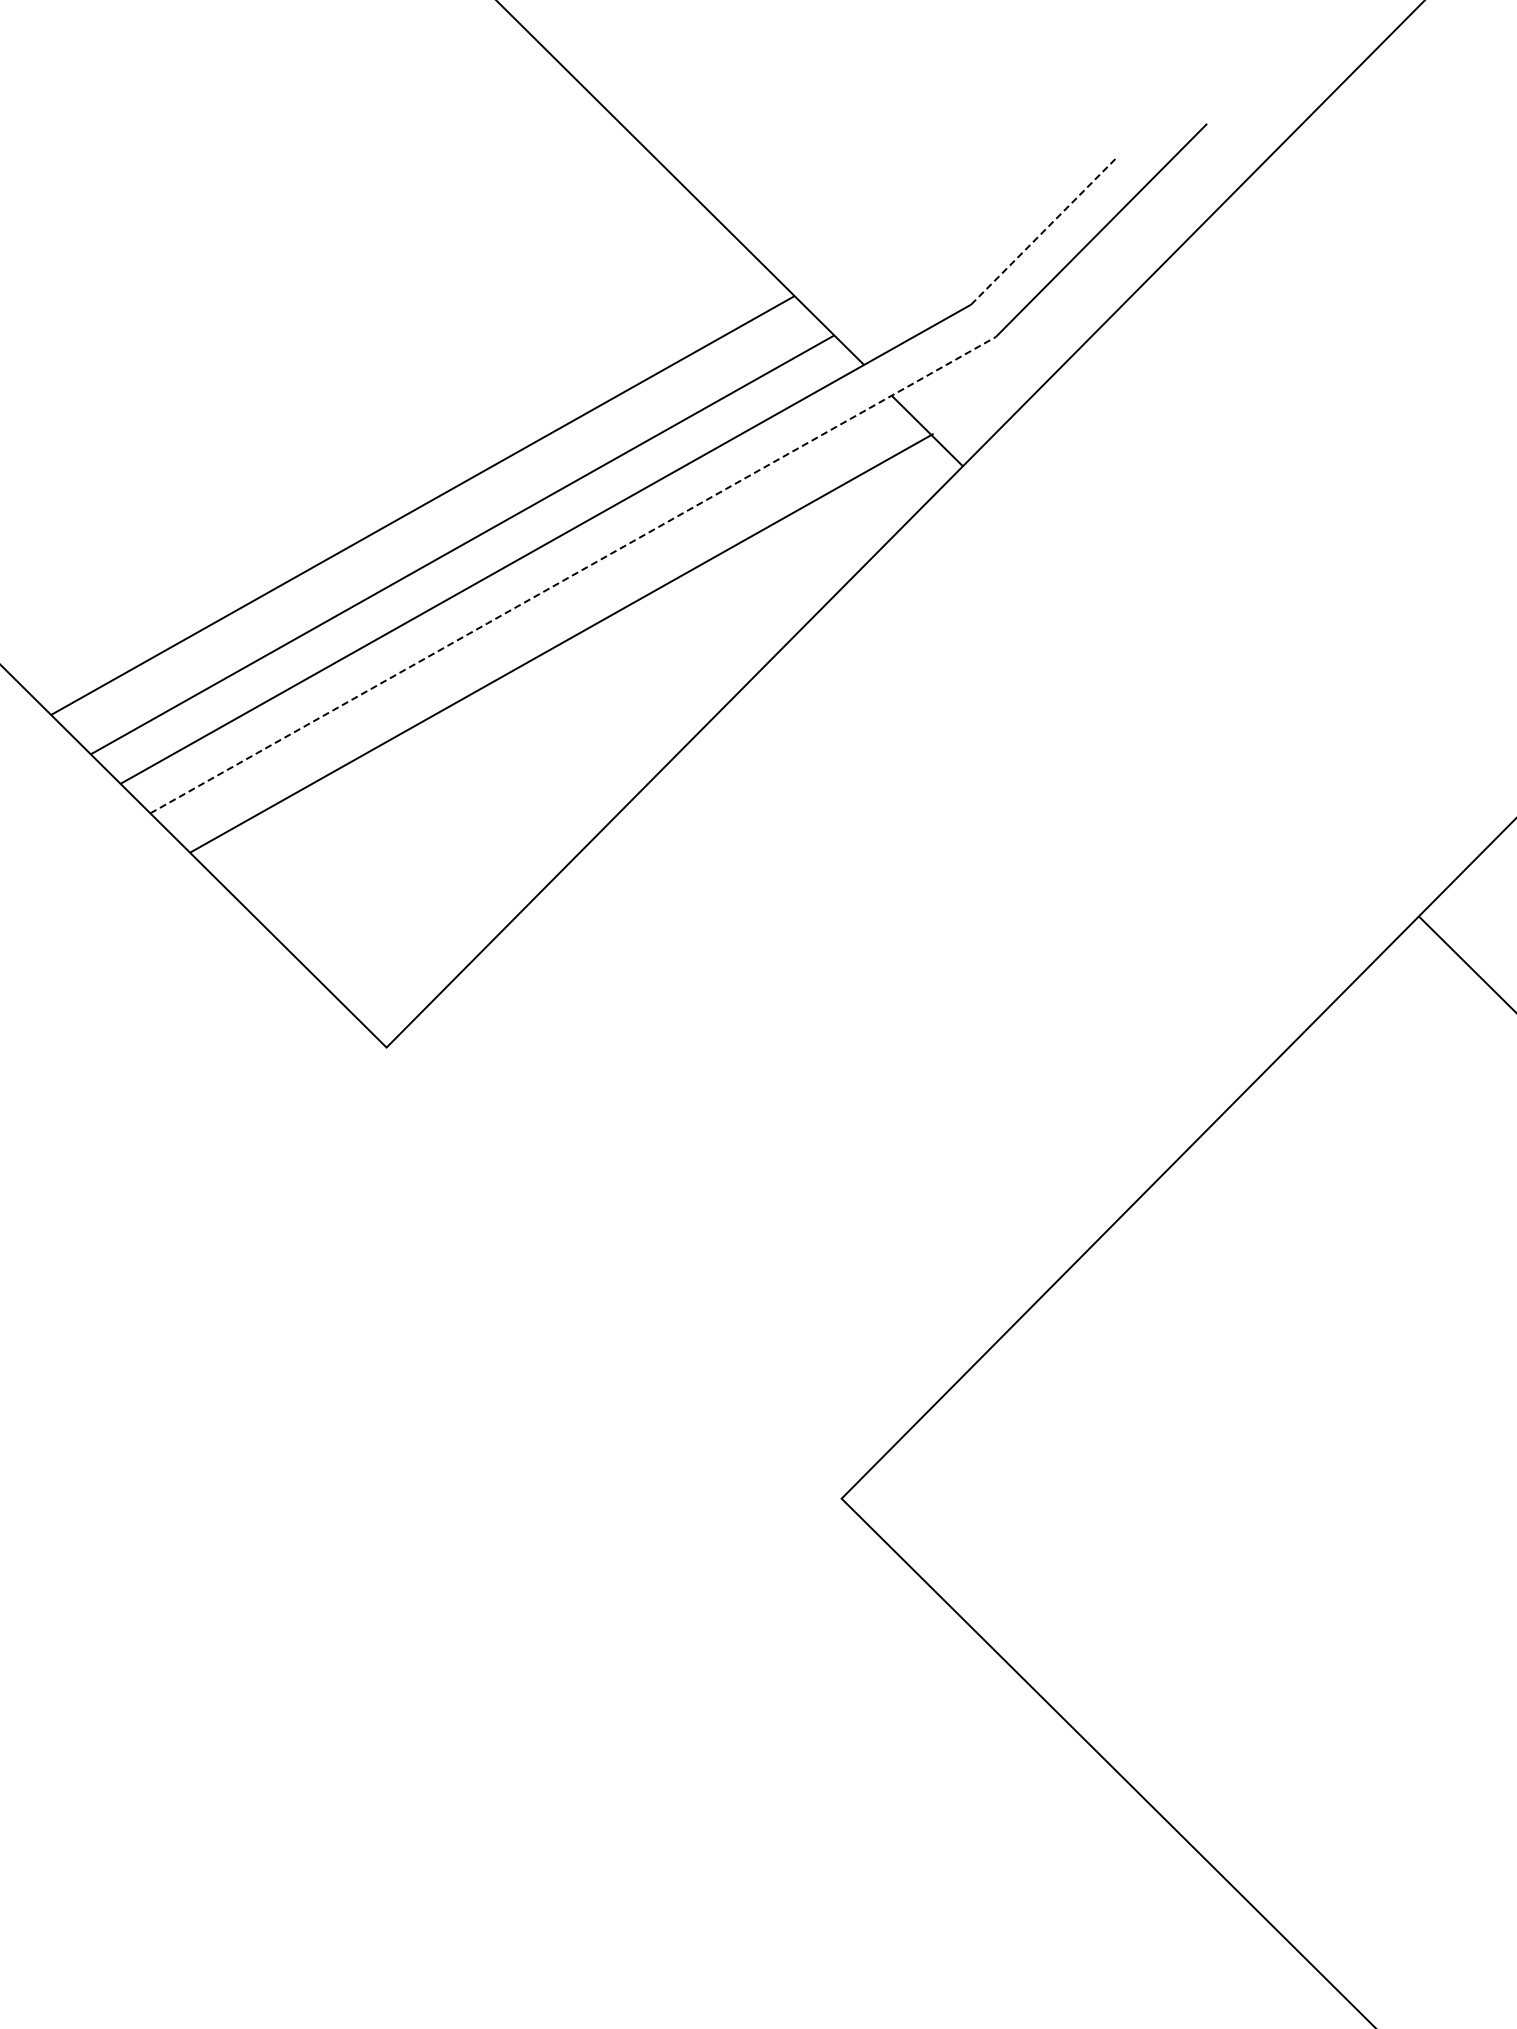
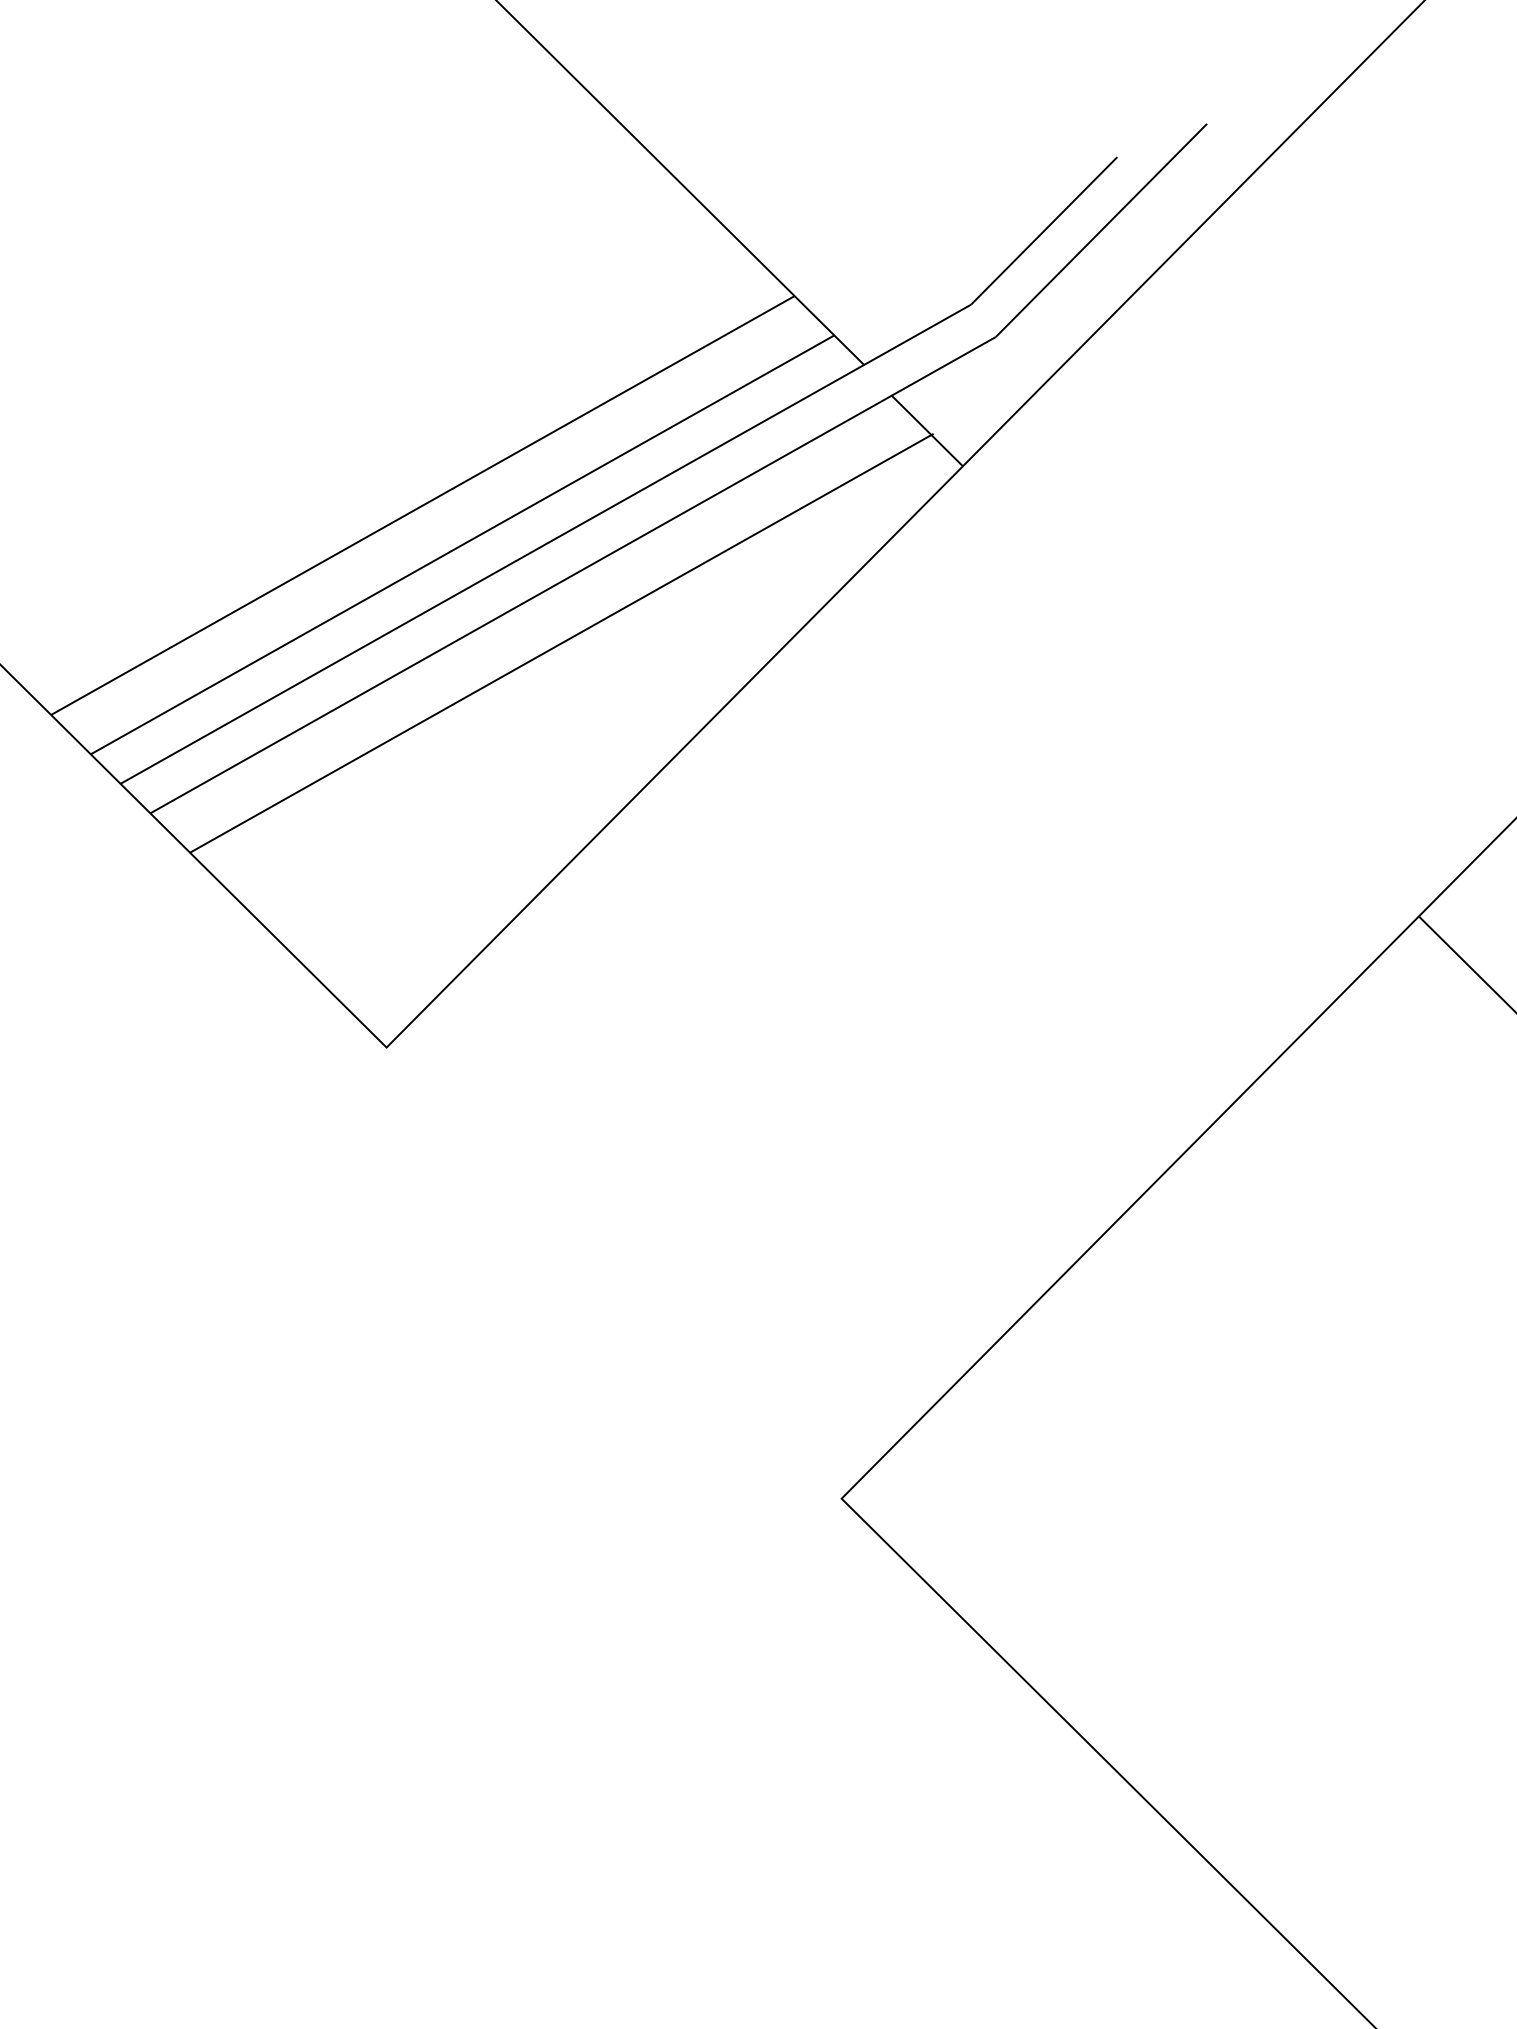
line at (1044, 230): dashed -> solid
line at (573, 574): dashed -> solid
